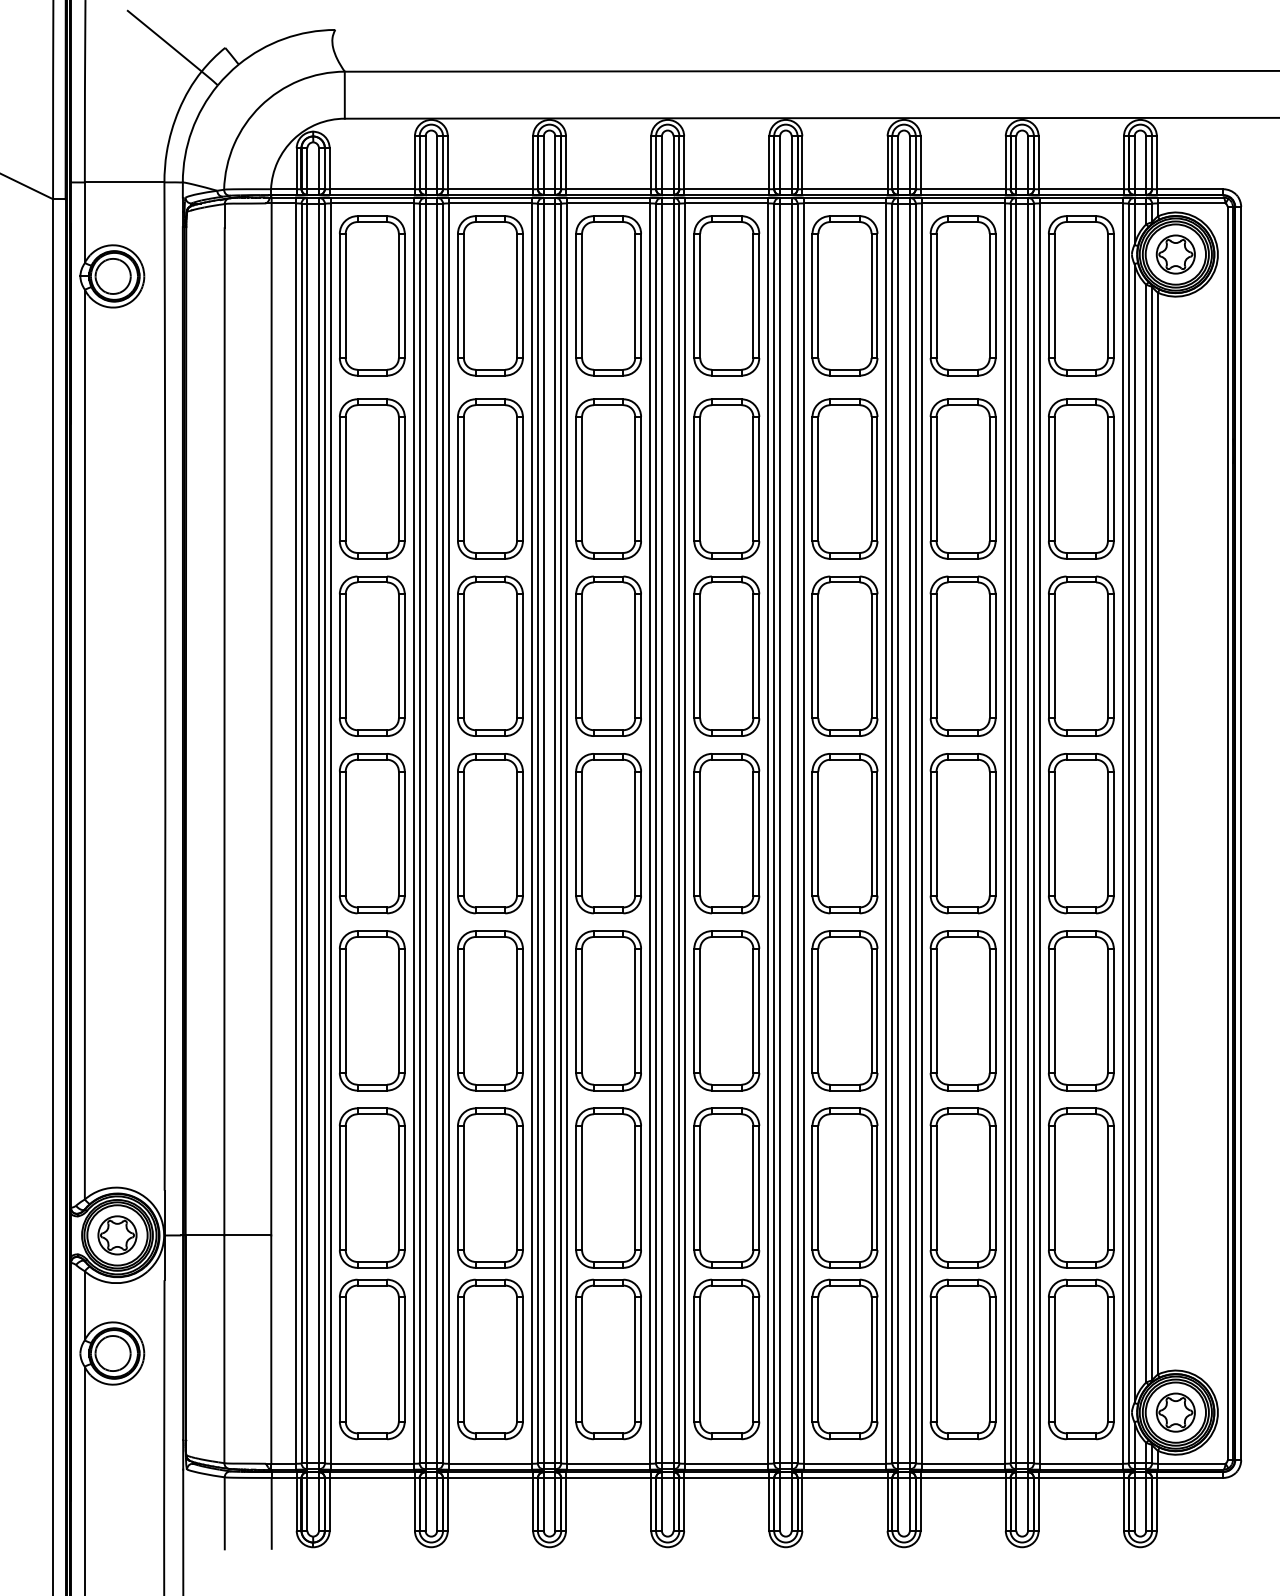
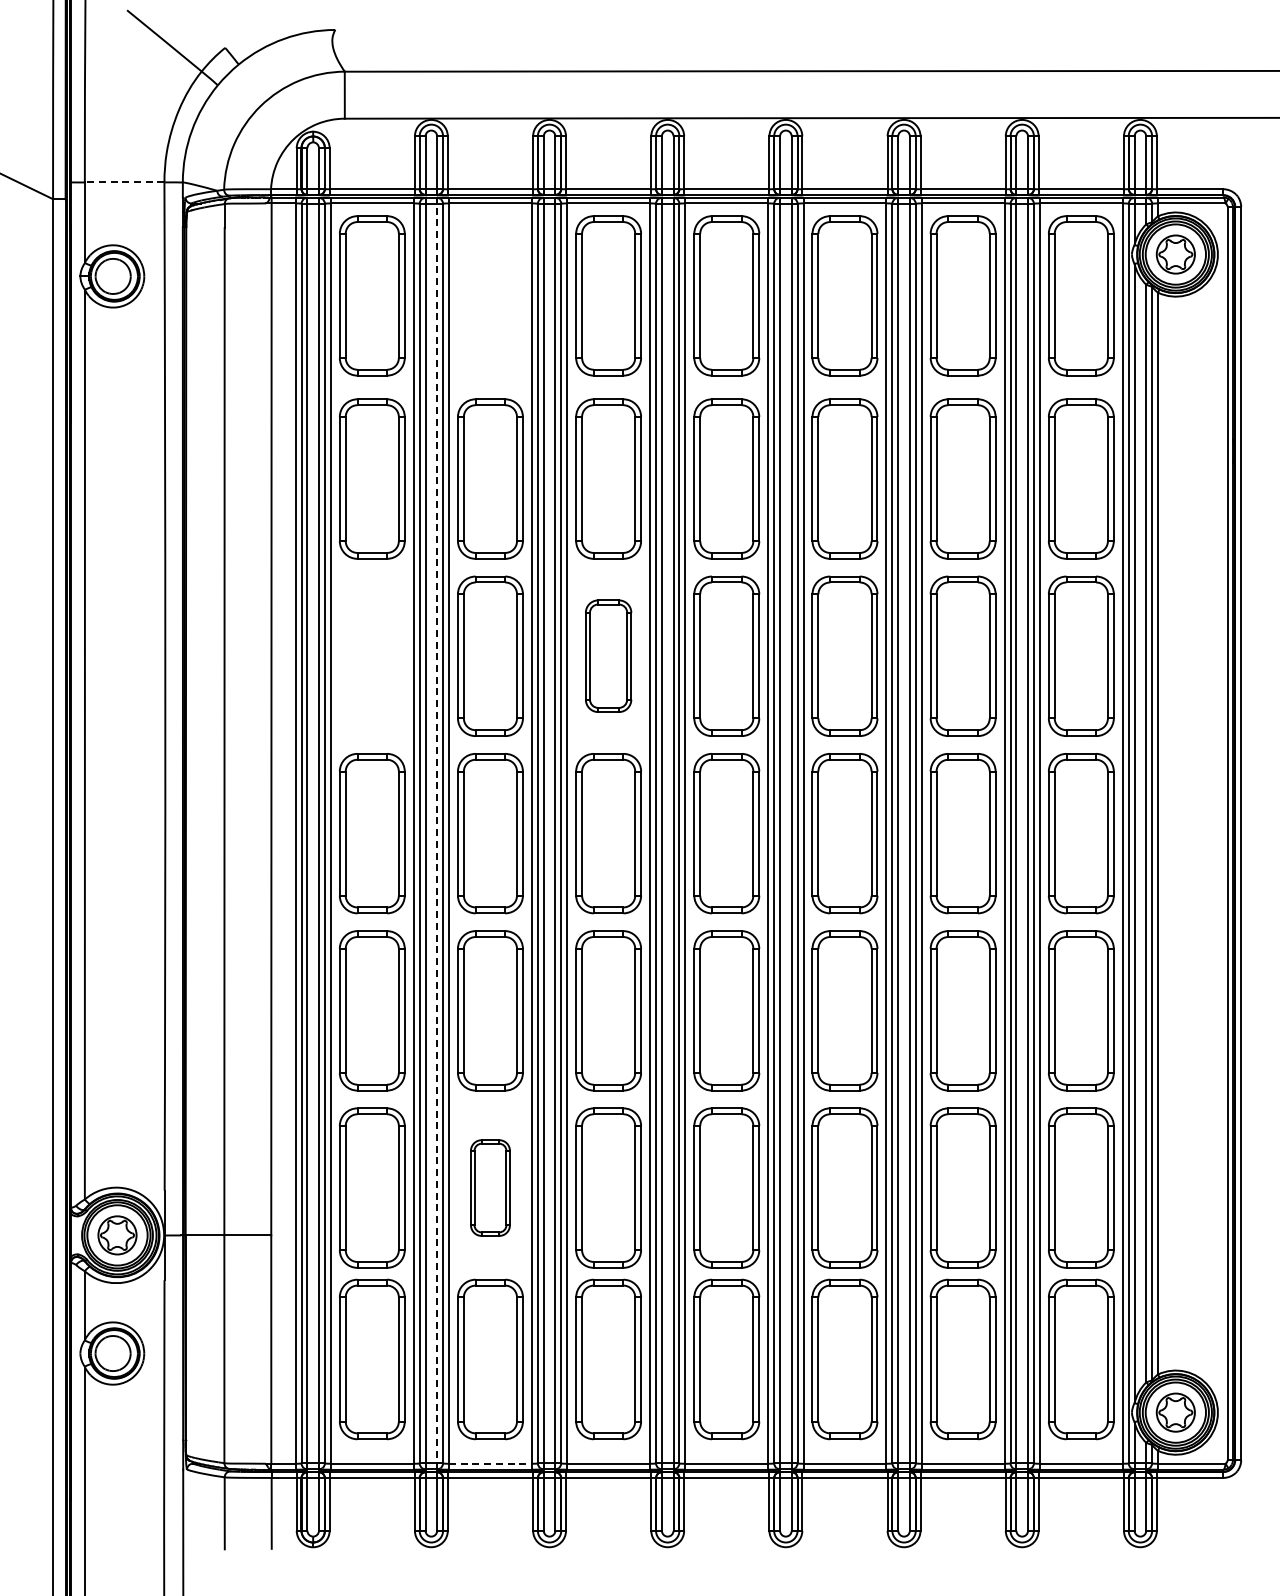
line at (124, 182): solid -> dashed
part at (490, 295): present -> none
part at (372, 655): present -> none
part at (608, 655) size: 67x162 px -> 48x114 px
line at (437, 833): solid -> dashed
part at (490, 1187) size: 67x162 px -> 41x98 px
line at (490, 1463): solid -> dashed
